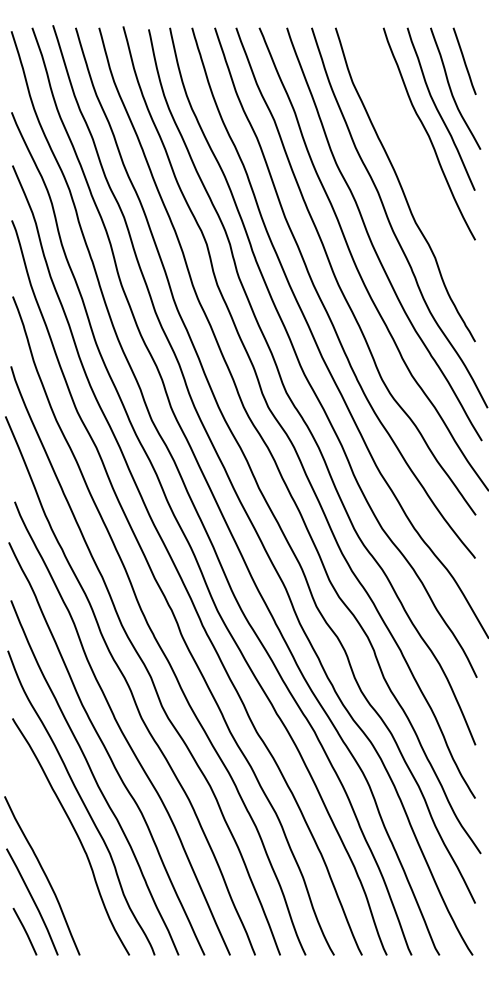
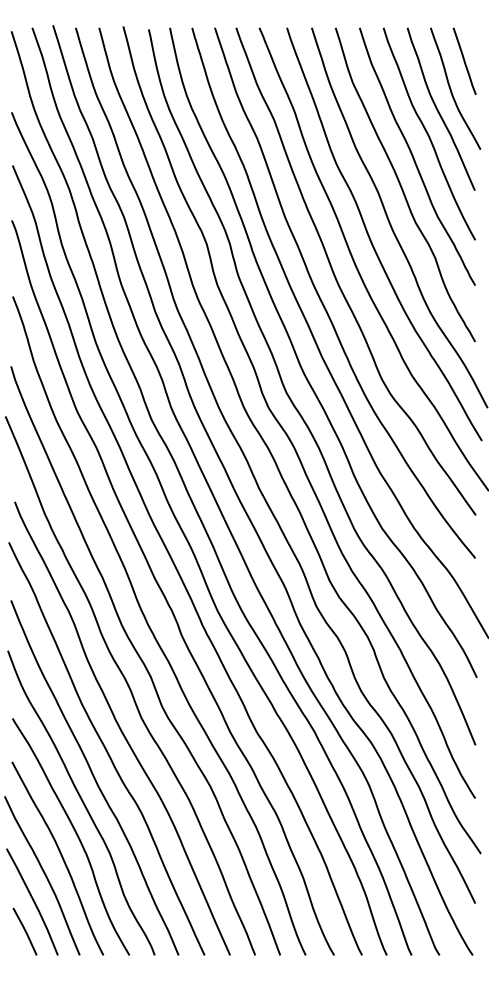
curve at (414, 157): none -> present
curve at (61, 857): none -> present
